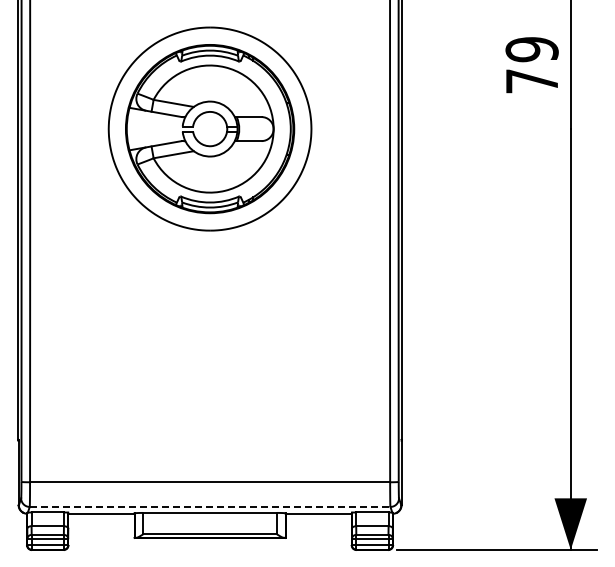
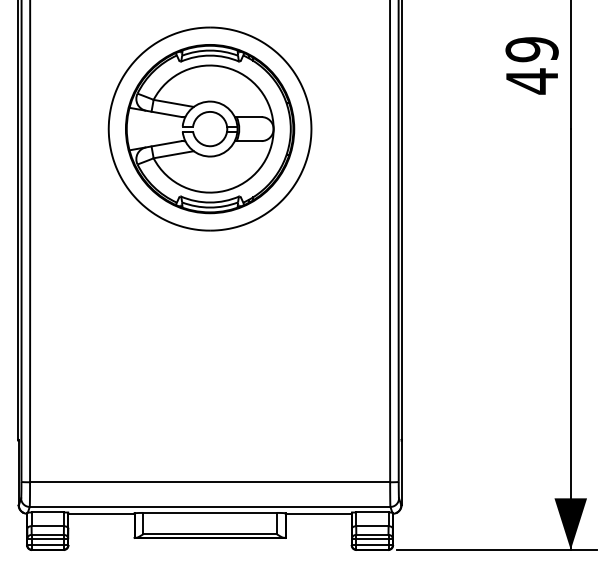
text at (531, 81): 79 -> 49
line at (210, 506): dashed -> solid
